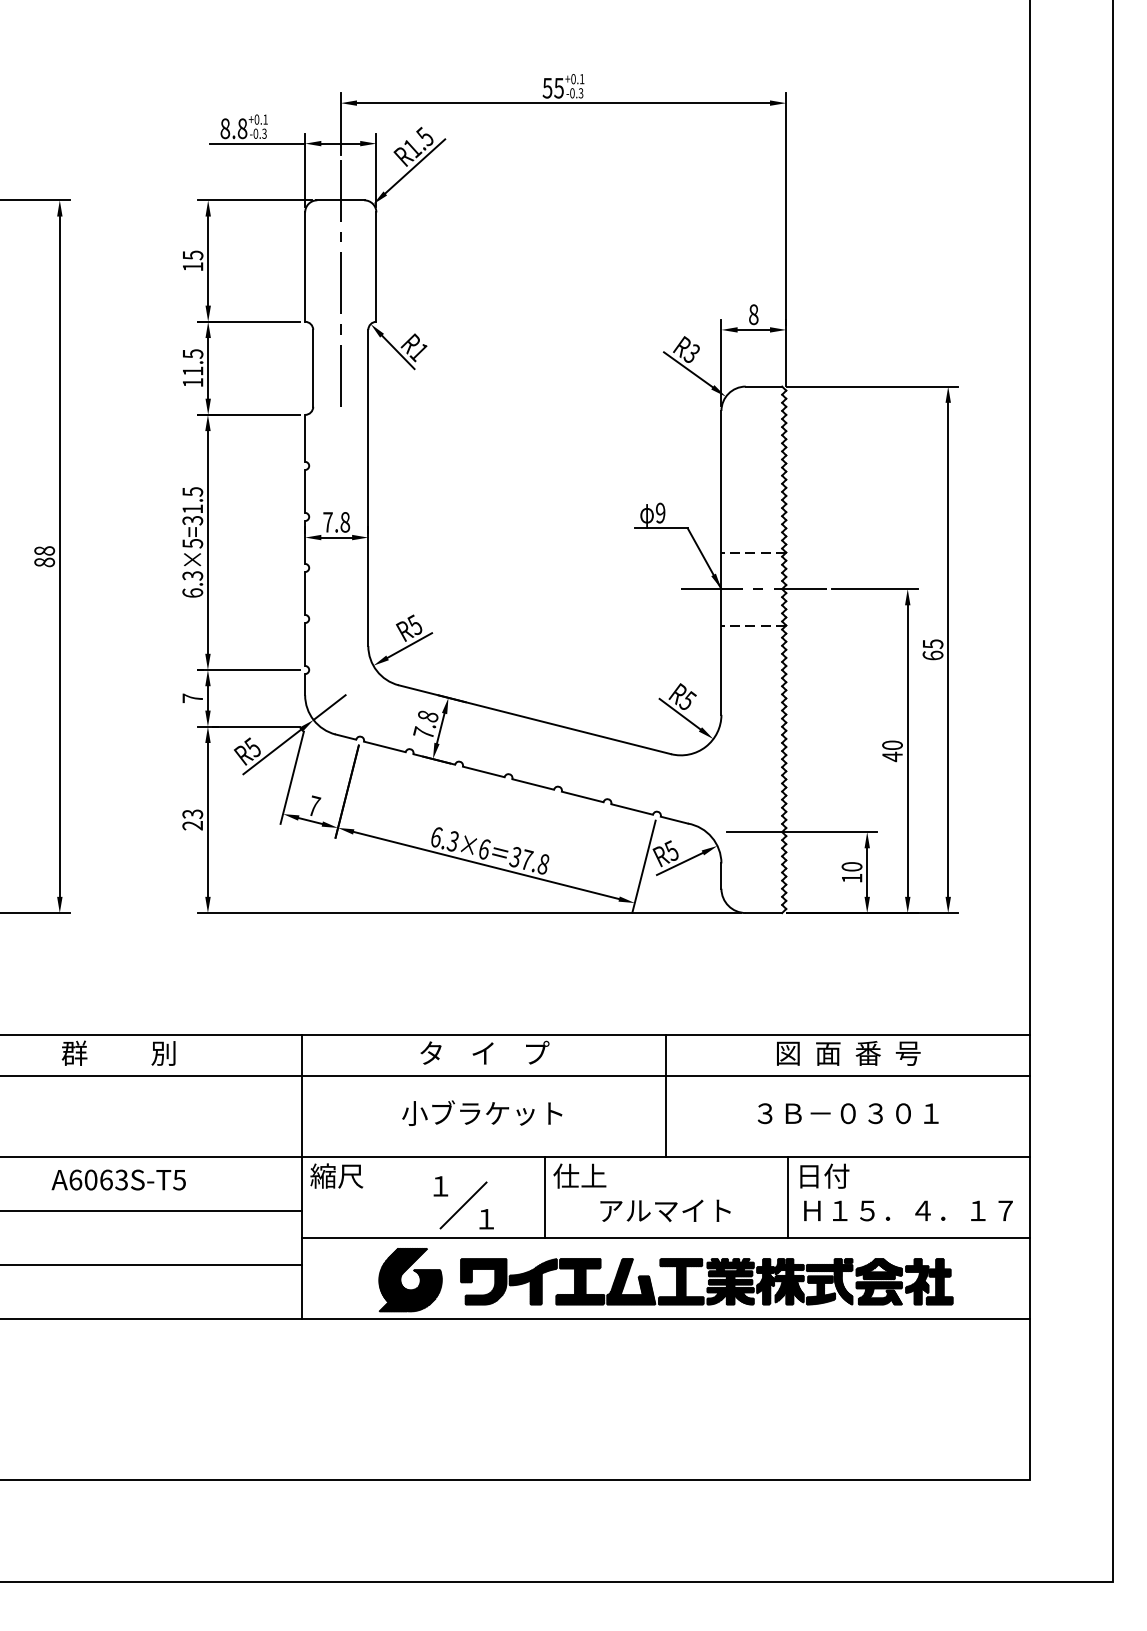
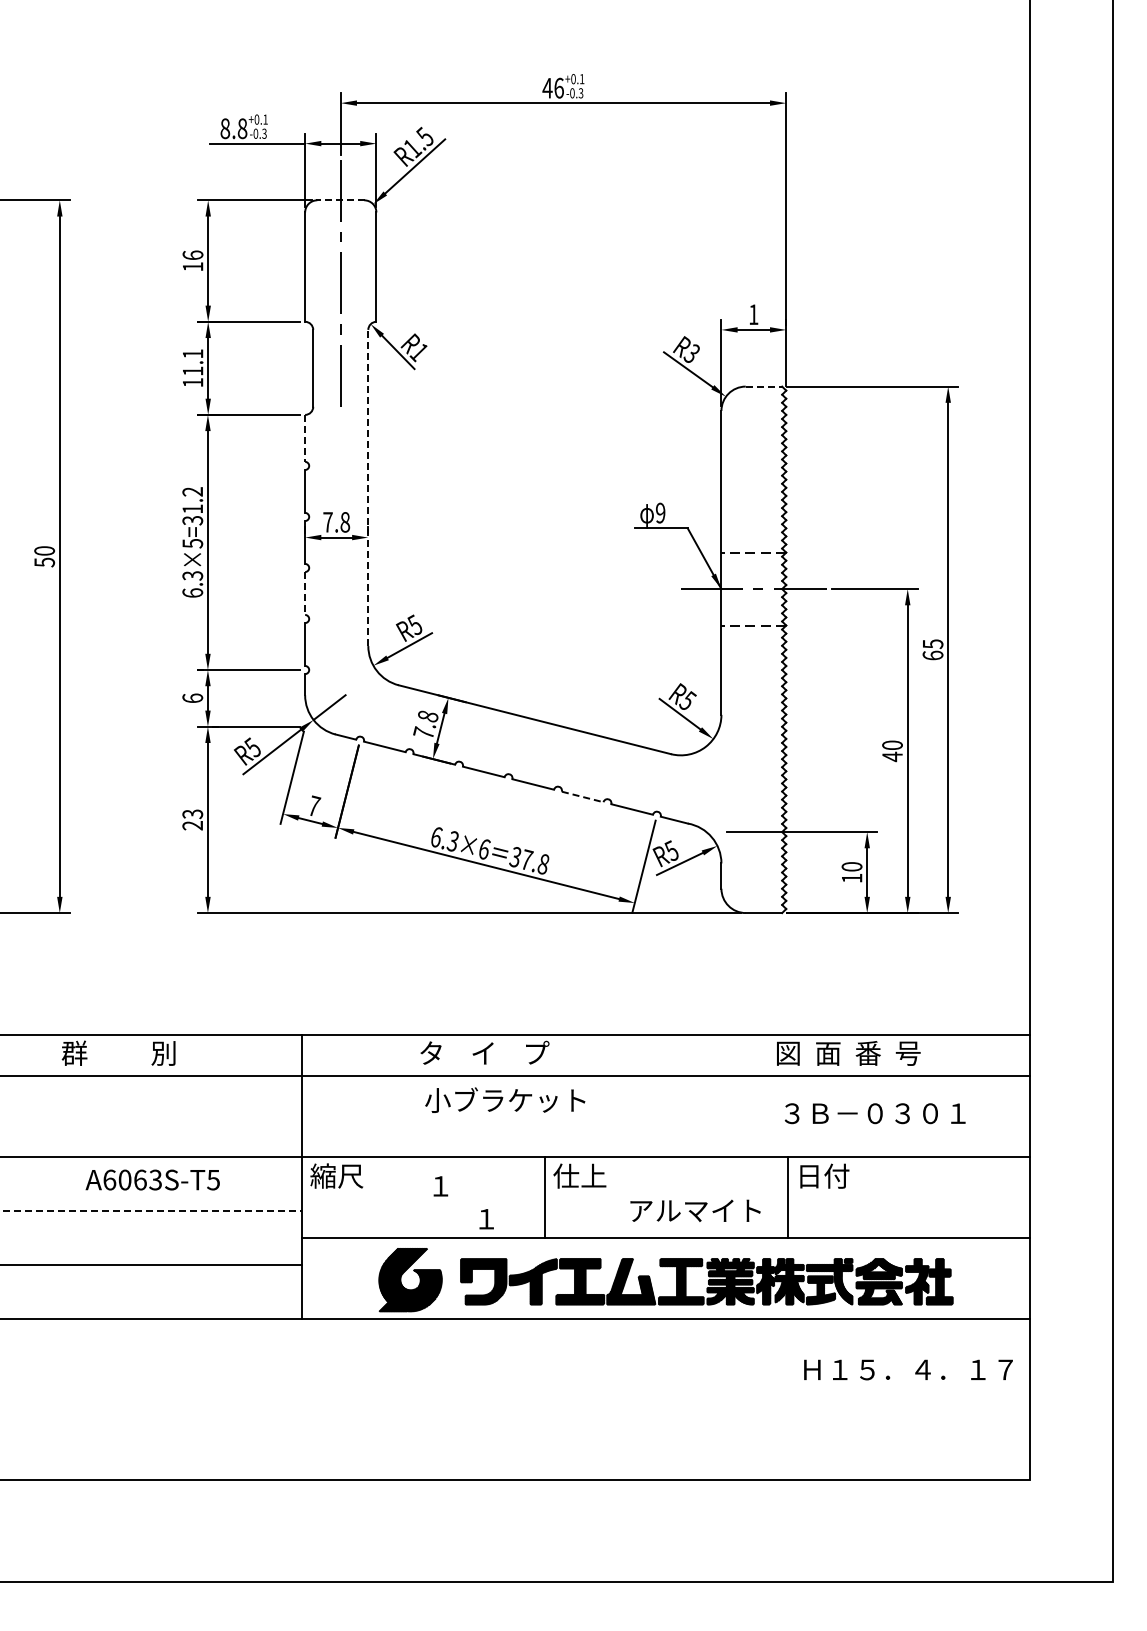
text at (552, 87): 55 -> 46
line at (340, 200): solid -> dashed
text at (192, 255): 15 -> 16
text at (753, 314): 8 -> 1
text at (193, 353): 11.5 -> 11.1
line at (764, 386): solid -> dashed
line at (305, 438): solid -> dashed
line at (368, 487): solid -> dashed
text at (192, 491): 6.3×5=31.5 -> 6.3×5=31.2
text at (44, 556): 88 -> 50
line at (305, 594): solid -> dashed
text at (192, 698): 7 -> 6
line at (583, 797): solid -> dashed
line at (666, 1095): present -> none
text at (482, 1112) position: (482, 1112) -> (505, 1099)
text at (847, 1113) position: (847, 1113) -> (874, 1113)
text at (118, 1179) position: (118, 1179) -> (152, 1179)
line at (463, 1205): present -> none
line at (150, 1210): solid -> dashed
text at (665, 1210) position: (665, 1210) -> (695, 1210)
text at (908, 1210) position: (908, 1210) -> (908, 1369)
